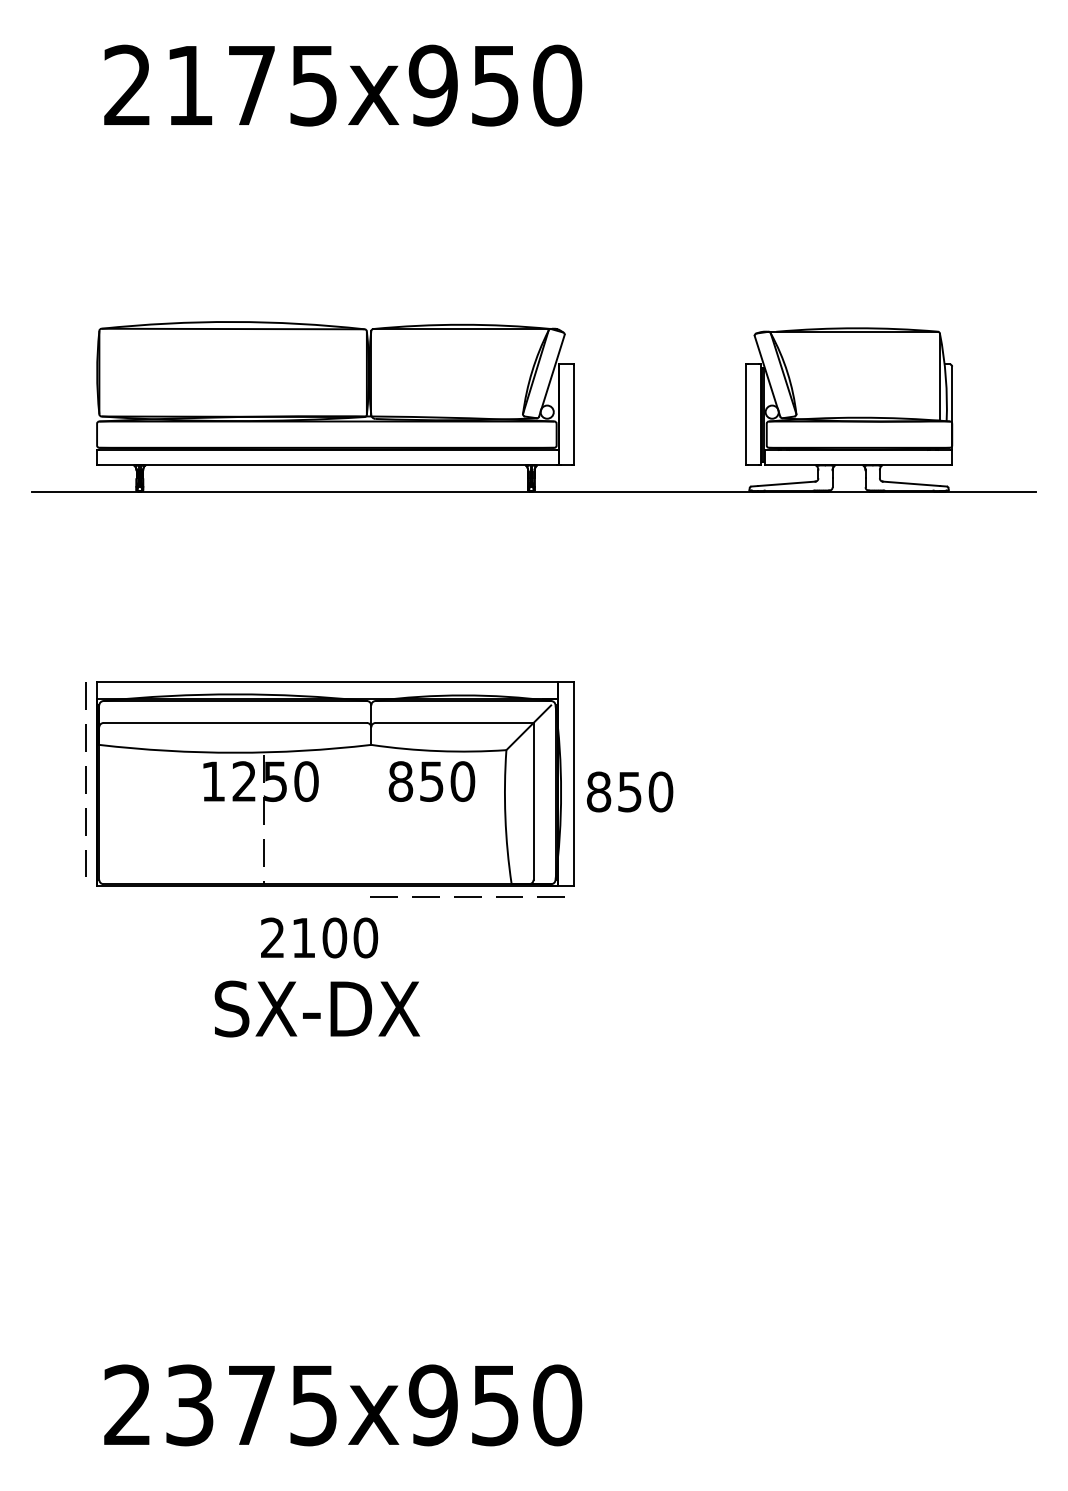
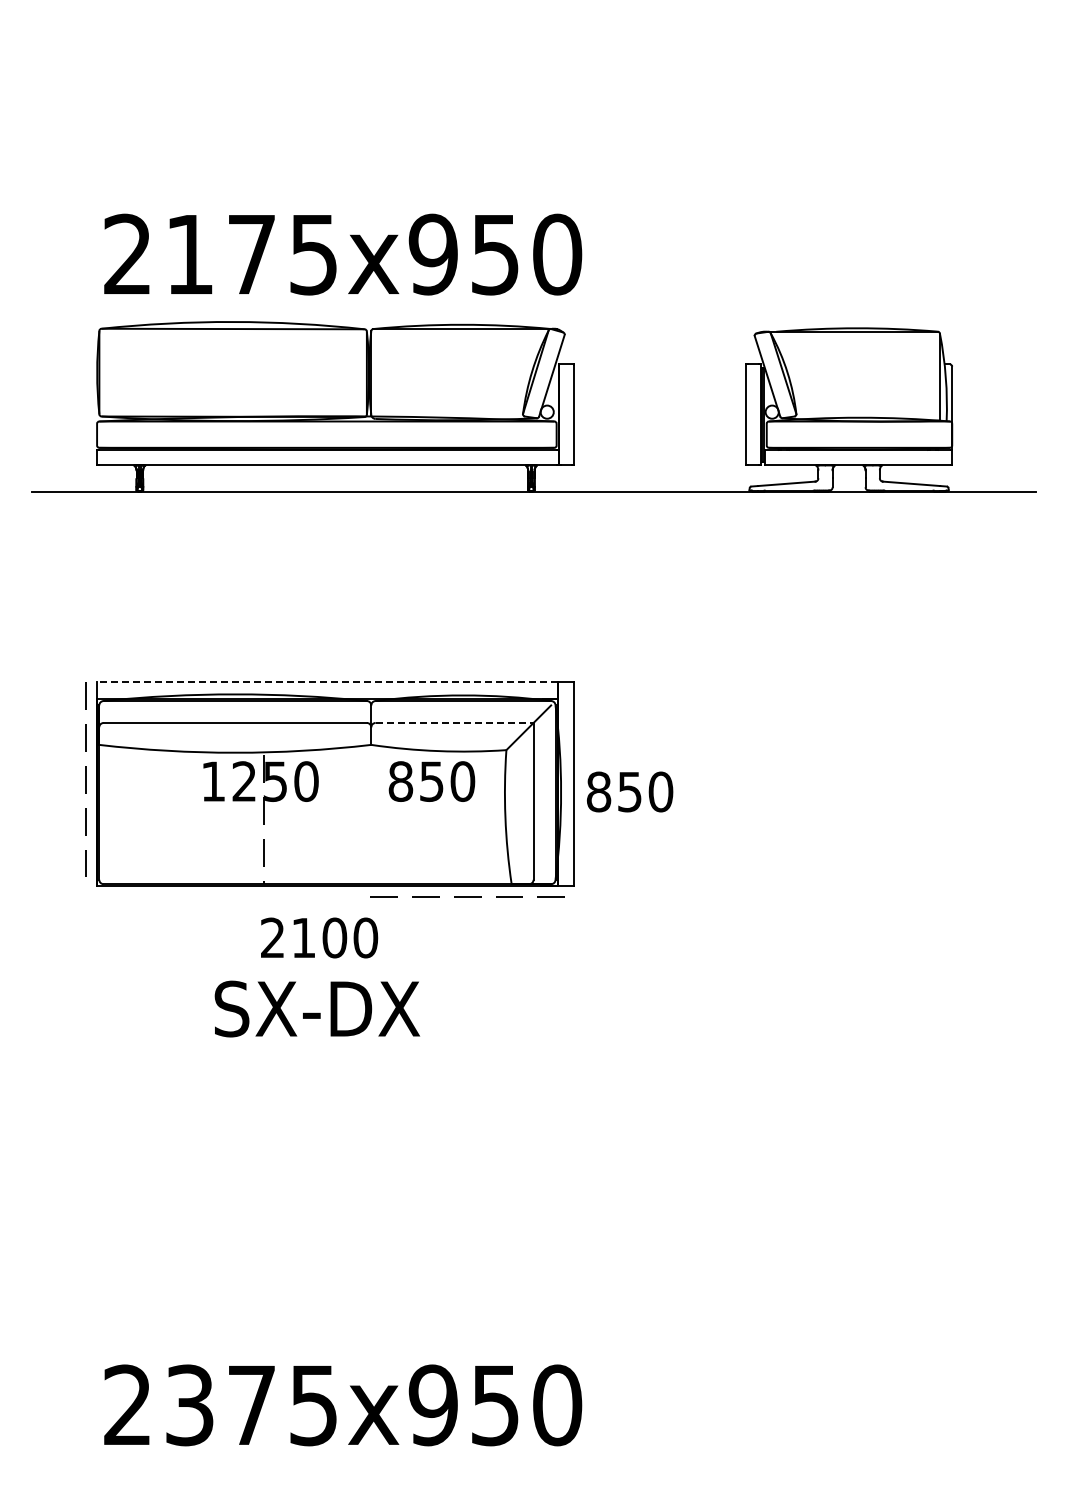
text at (343, 85) position: (343, 85) -> (343, 254)
line at (326, 682): solid -> dashed
line at (454, 722): solid -> dashed
